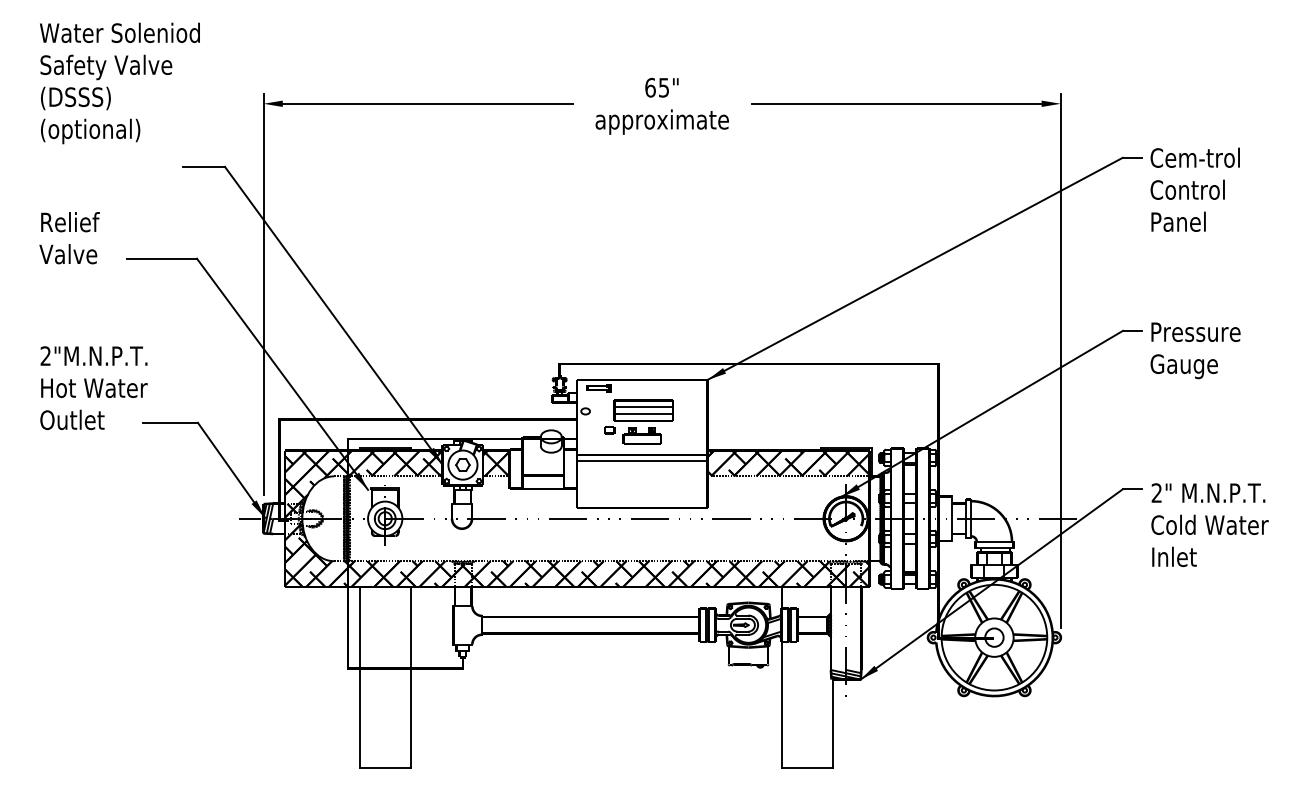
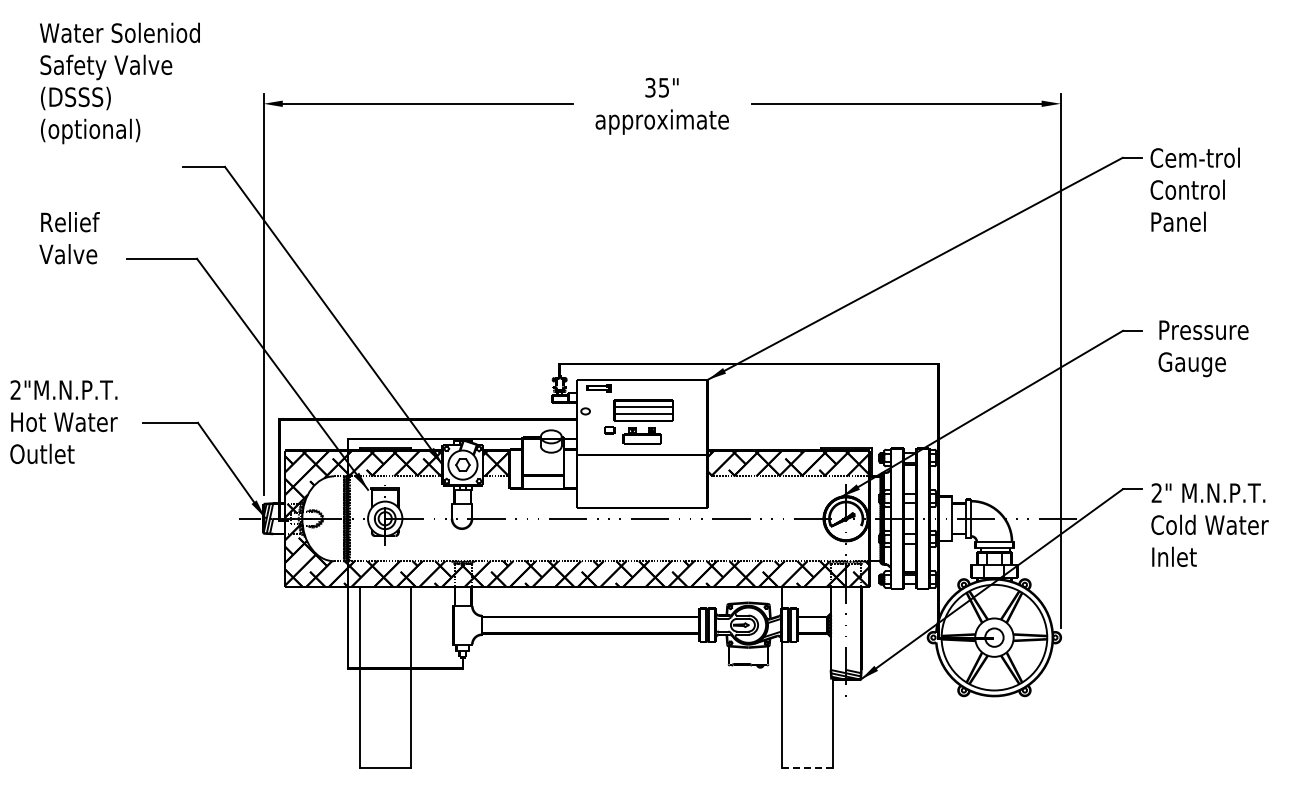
text at (650, 87): 65" -> 35"
text at (1195, 350) position: (1195, 350) -> (1203, 348)
text at (93, 388) position: (93, 388) -> (63, 422)
line at (641, 460): present -> none
line at (807, 768): solid -> dashed
